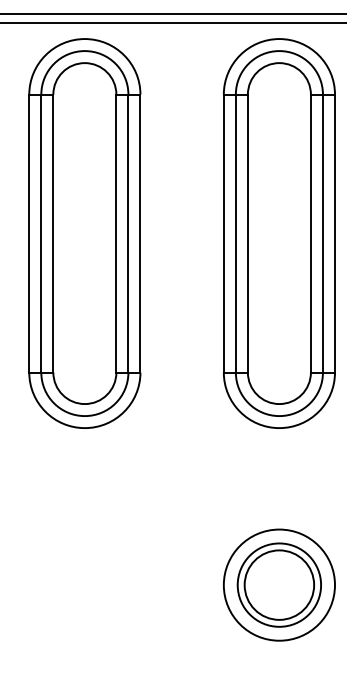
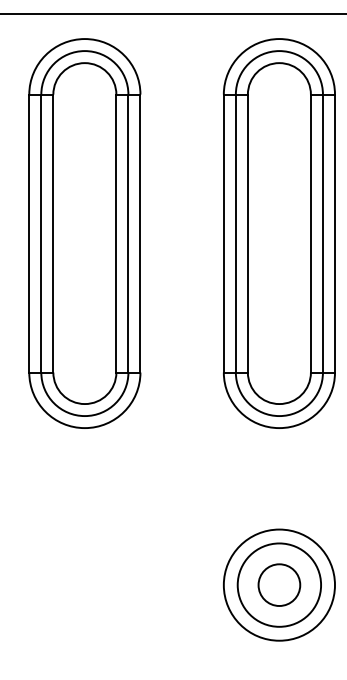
line at (172, 23): present -> none
circle at (279, 584) diameter: 69 px -> 42 px
